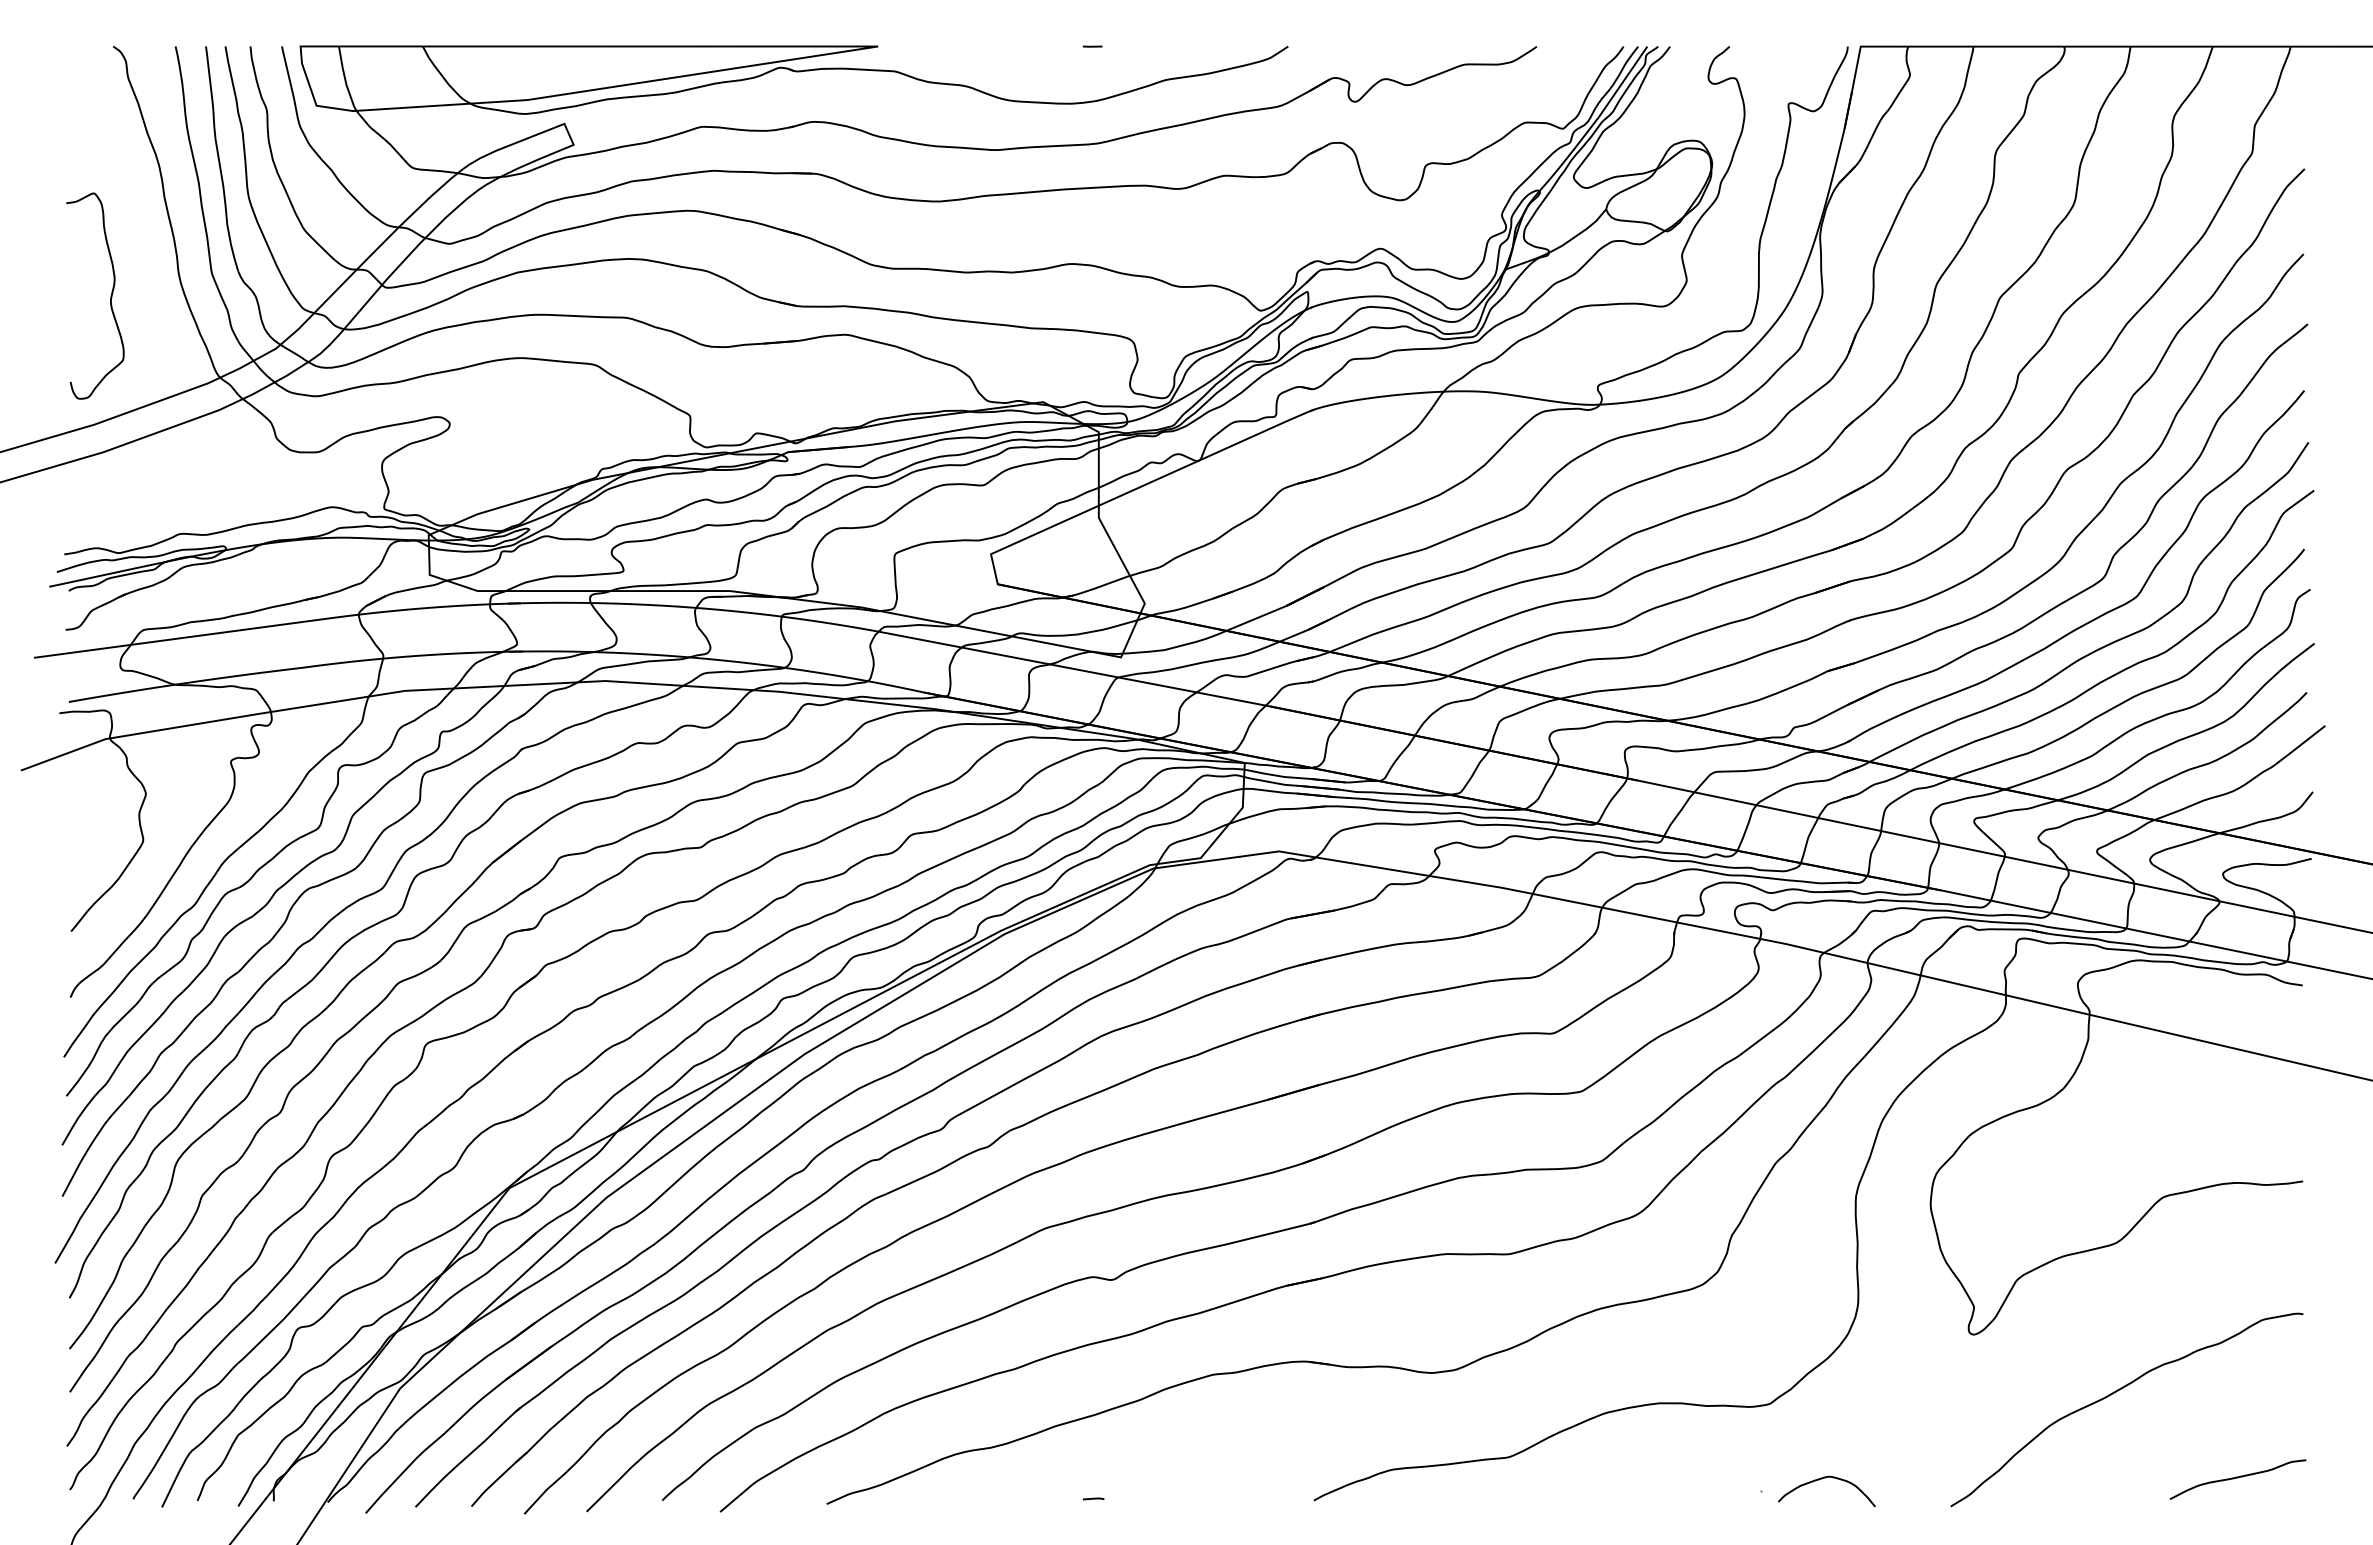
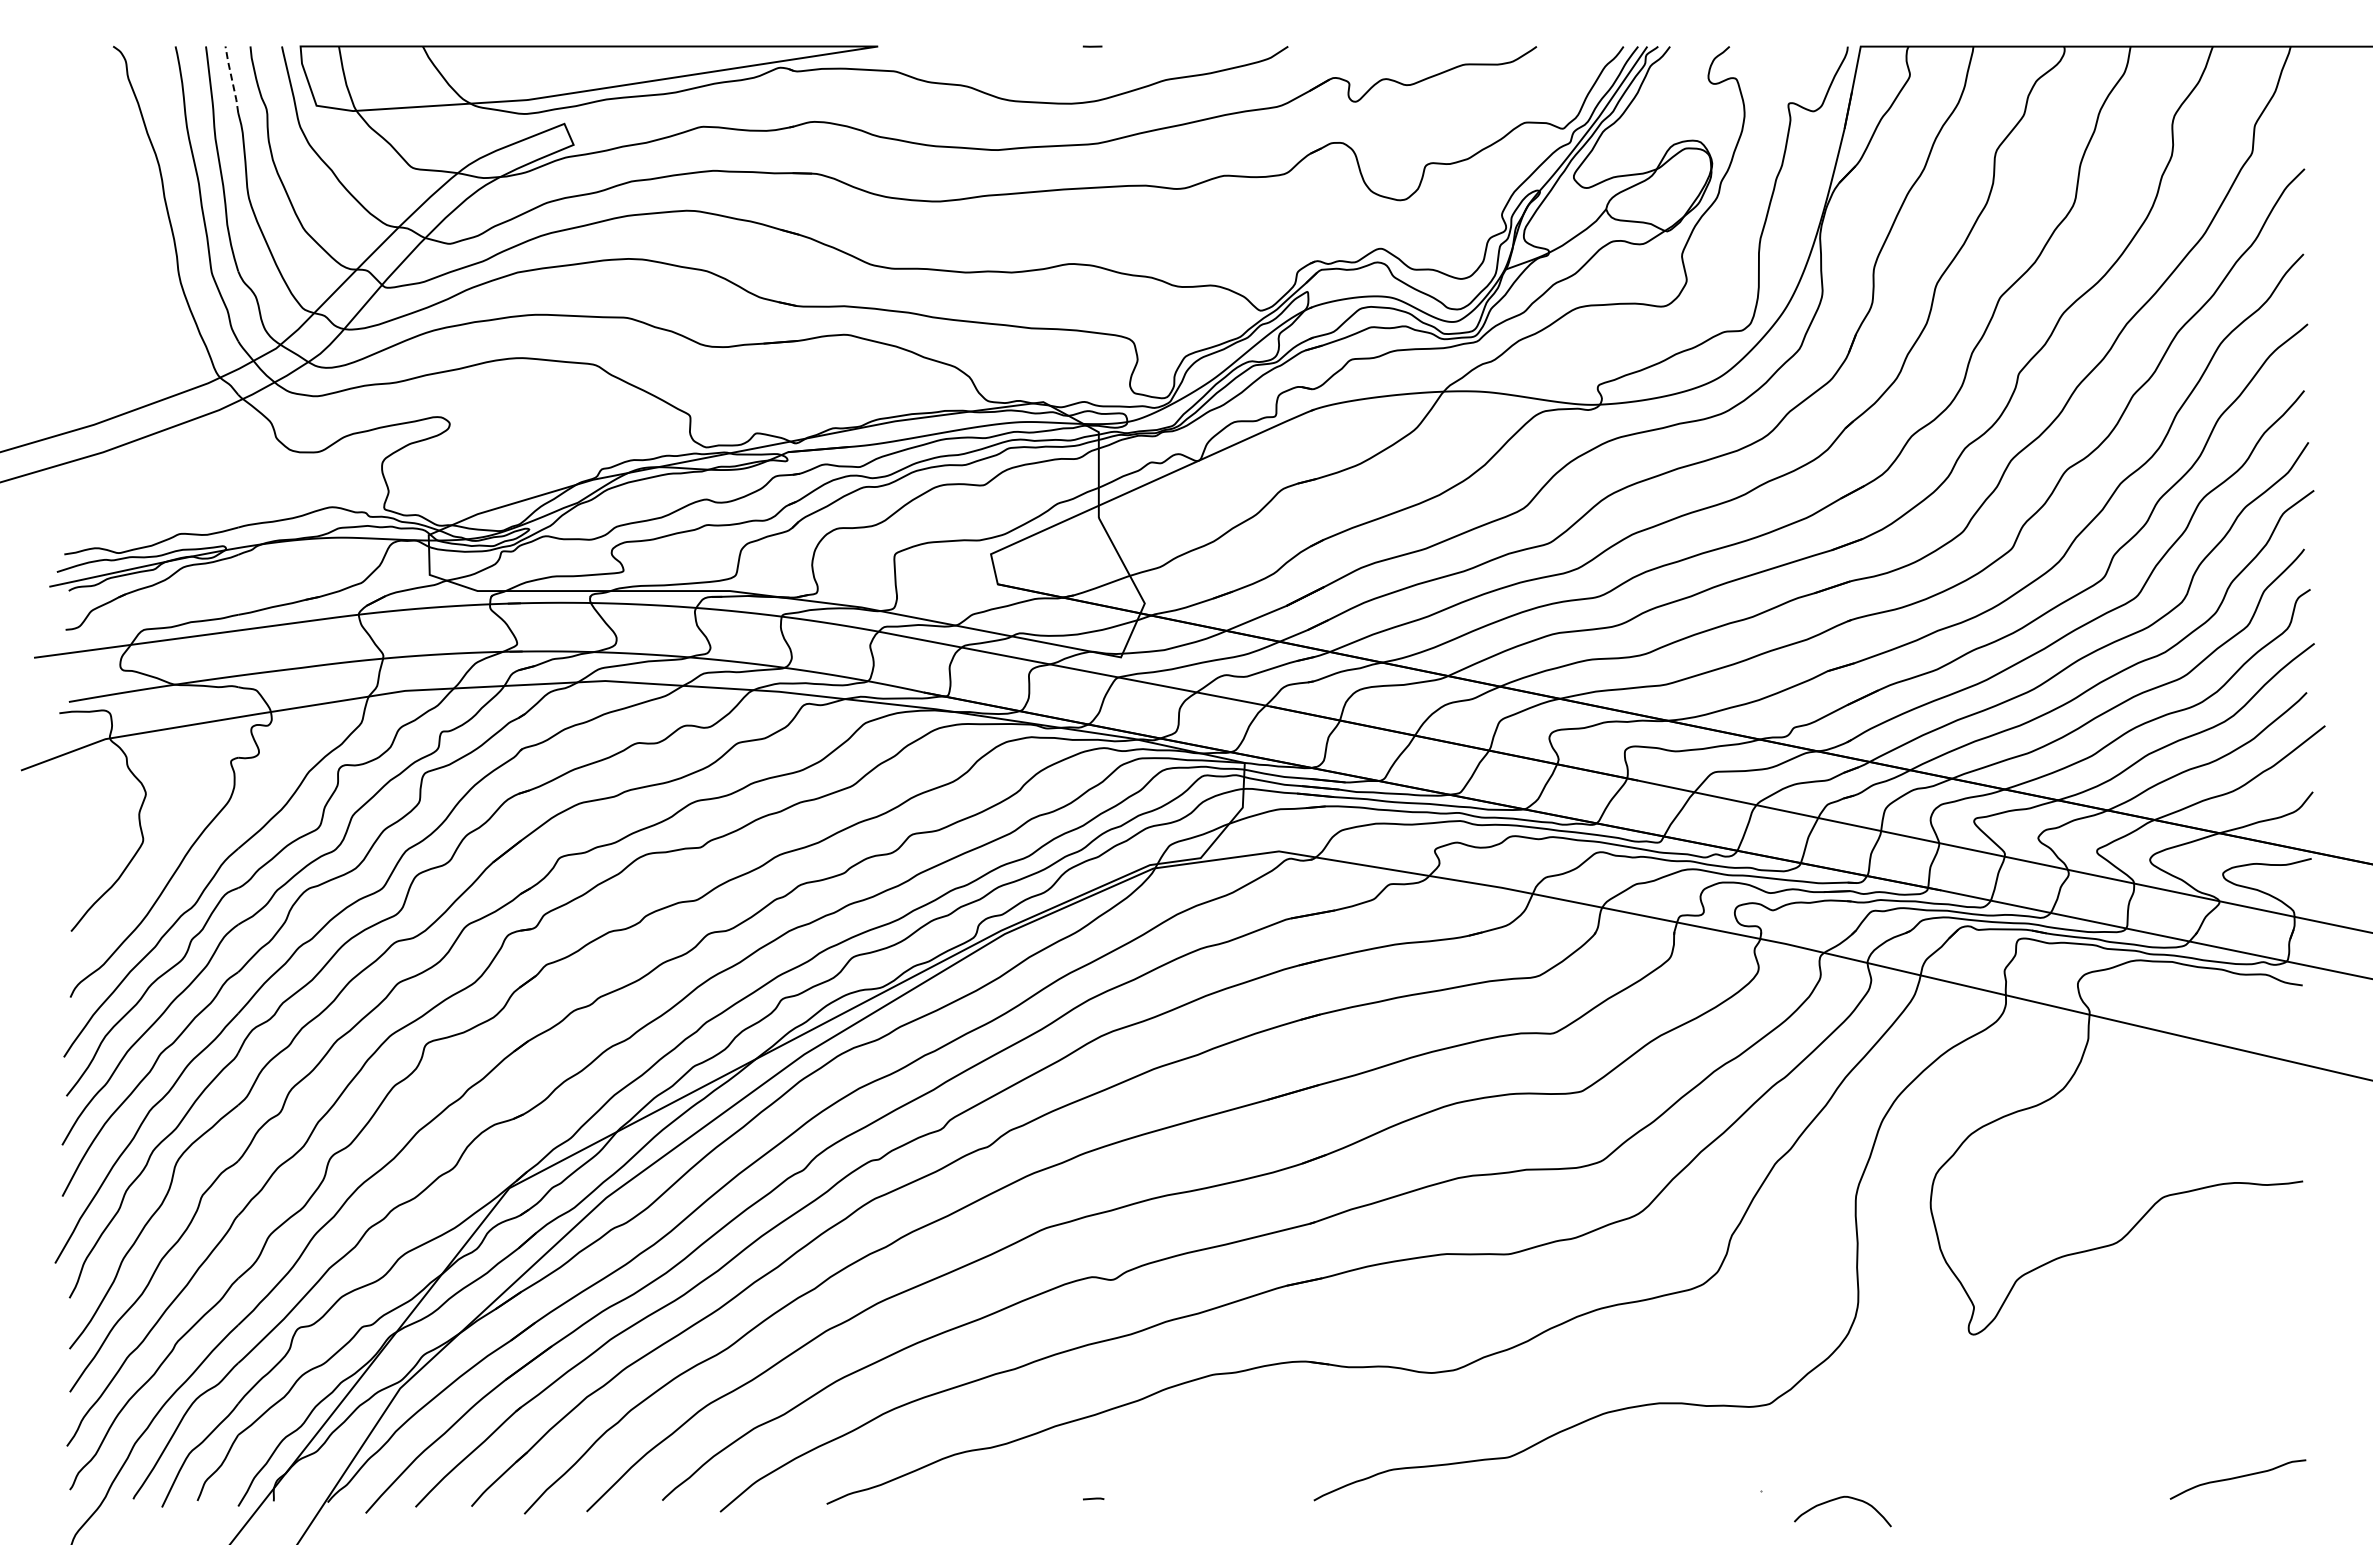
line at (232, 79): solid -> dashed
curve at (110, 295): present -> none
curve at (2118, 1391): present -> none
curve at (1822, 1479) position: (1822, 1479) -> (1838, 1499)
